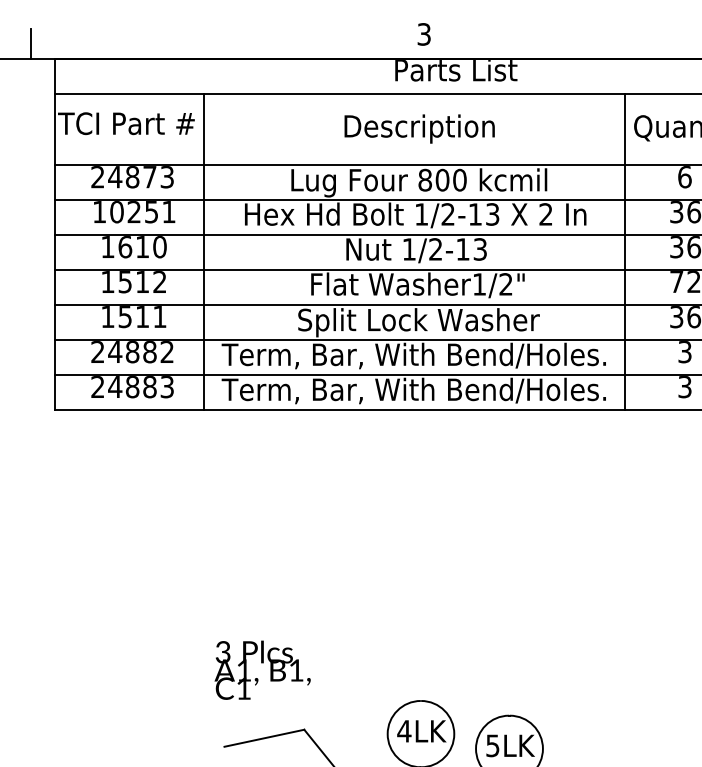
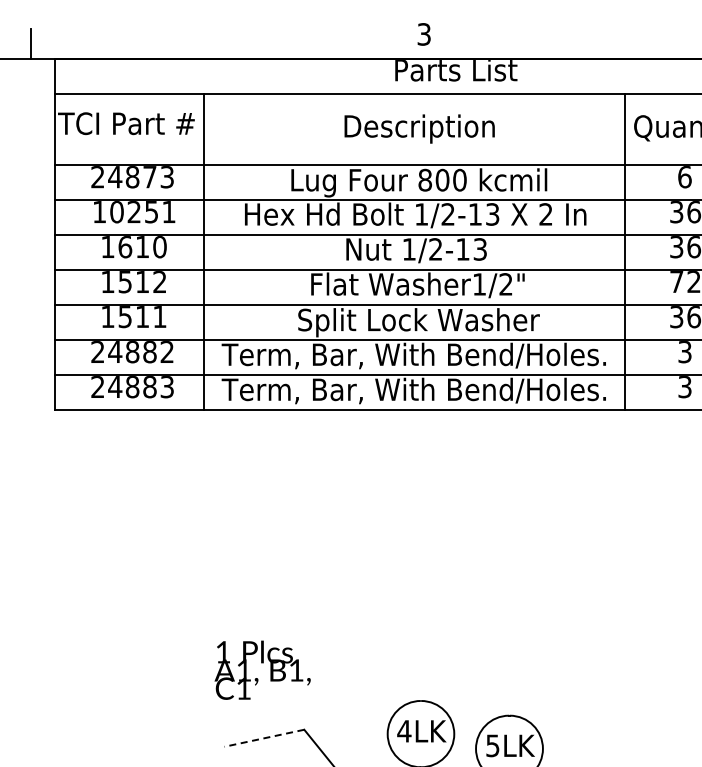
text at (222, 652): 3 -> 1
line at (264, 738): solid -> dashed
